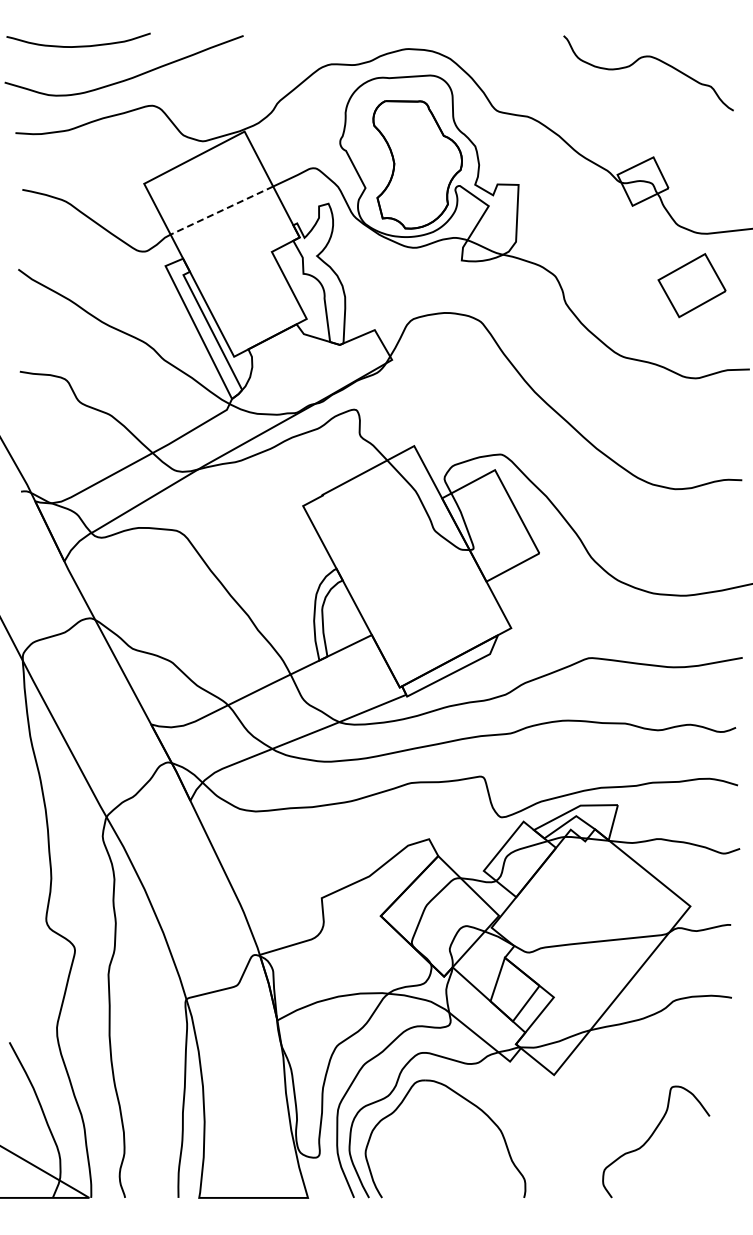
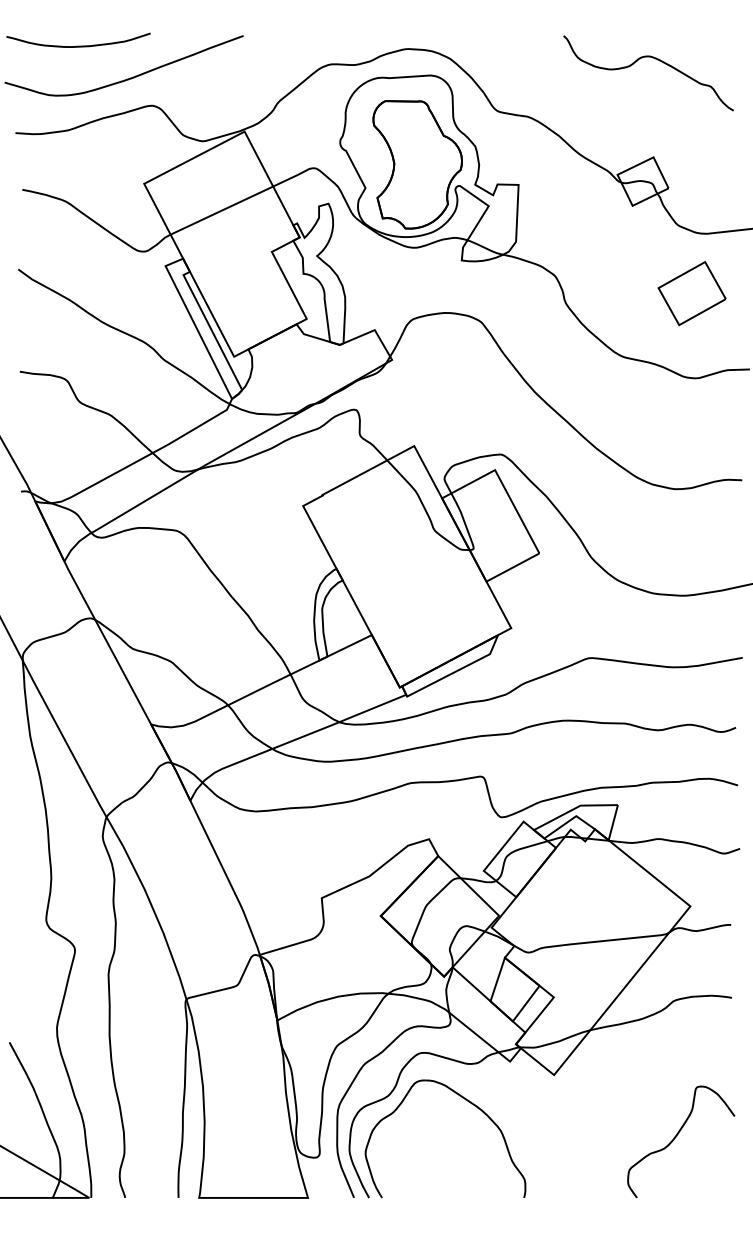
line at (221, 210): dashed -> solid
part at (691, 285) position: (691, 285) -> (691, 293)
curve at (651, 1137) position: (651, 1137) -> (676, 1137)
